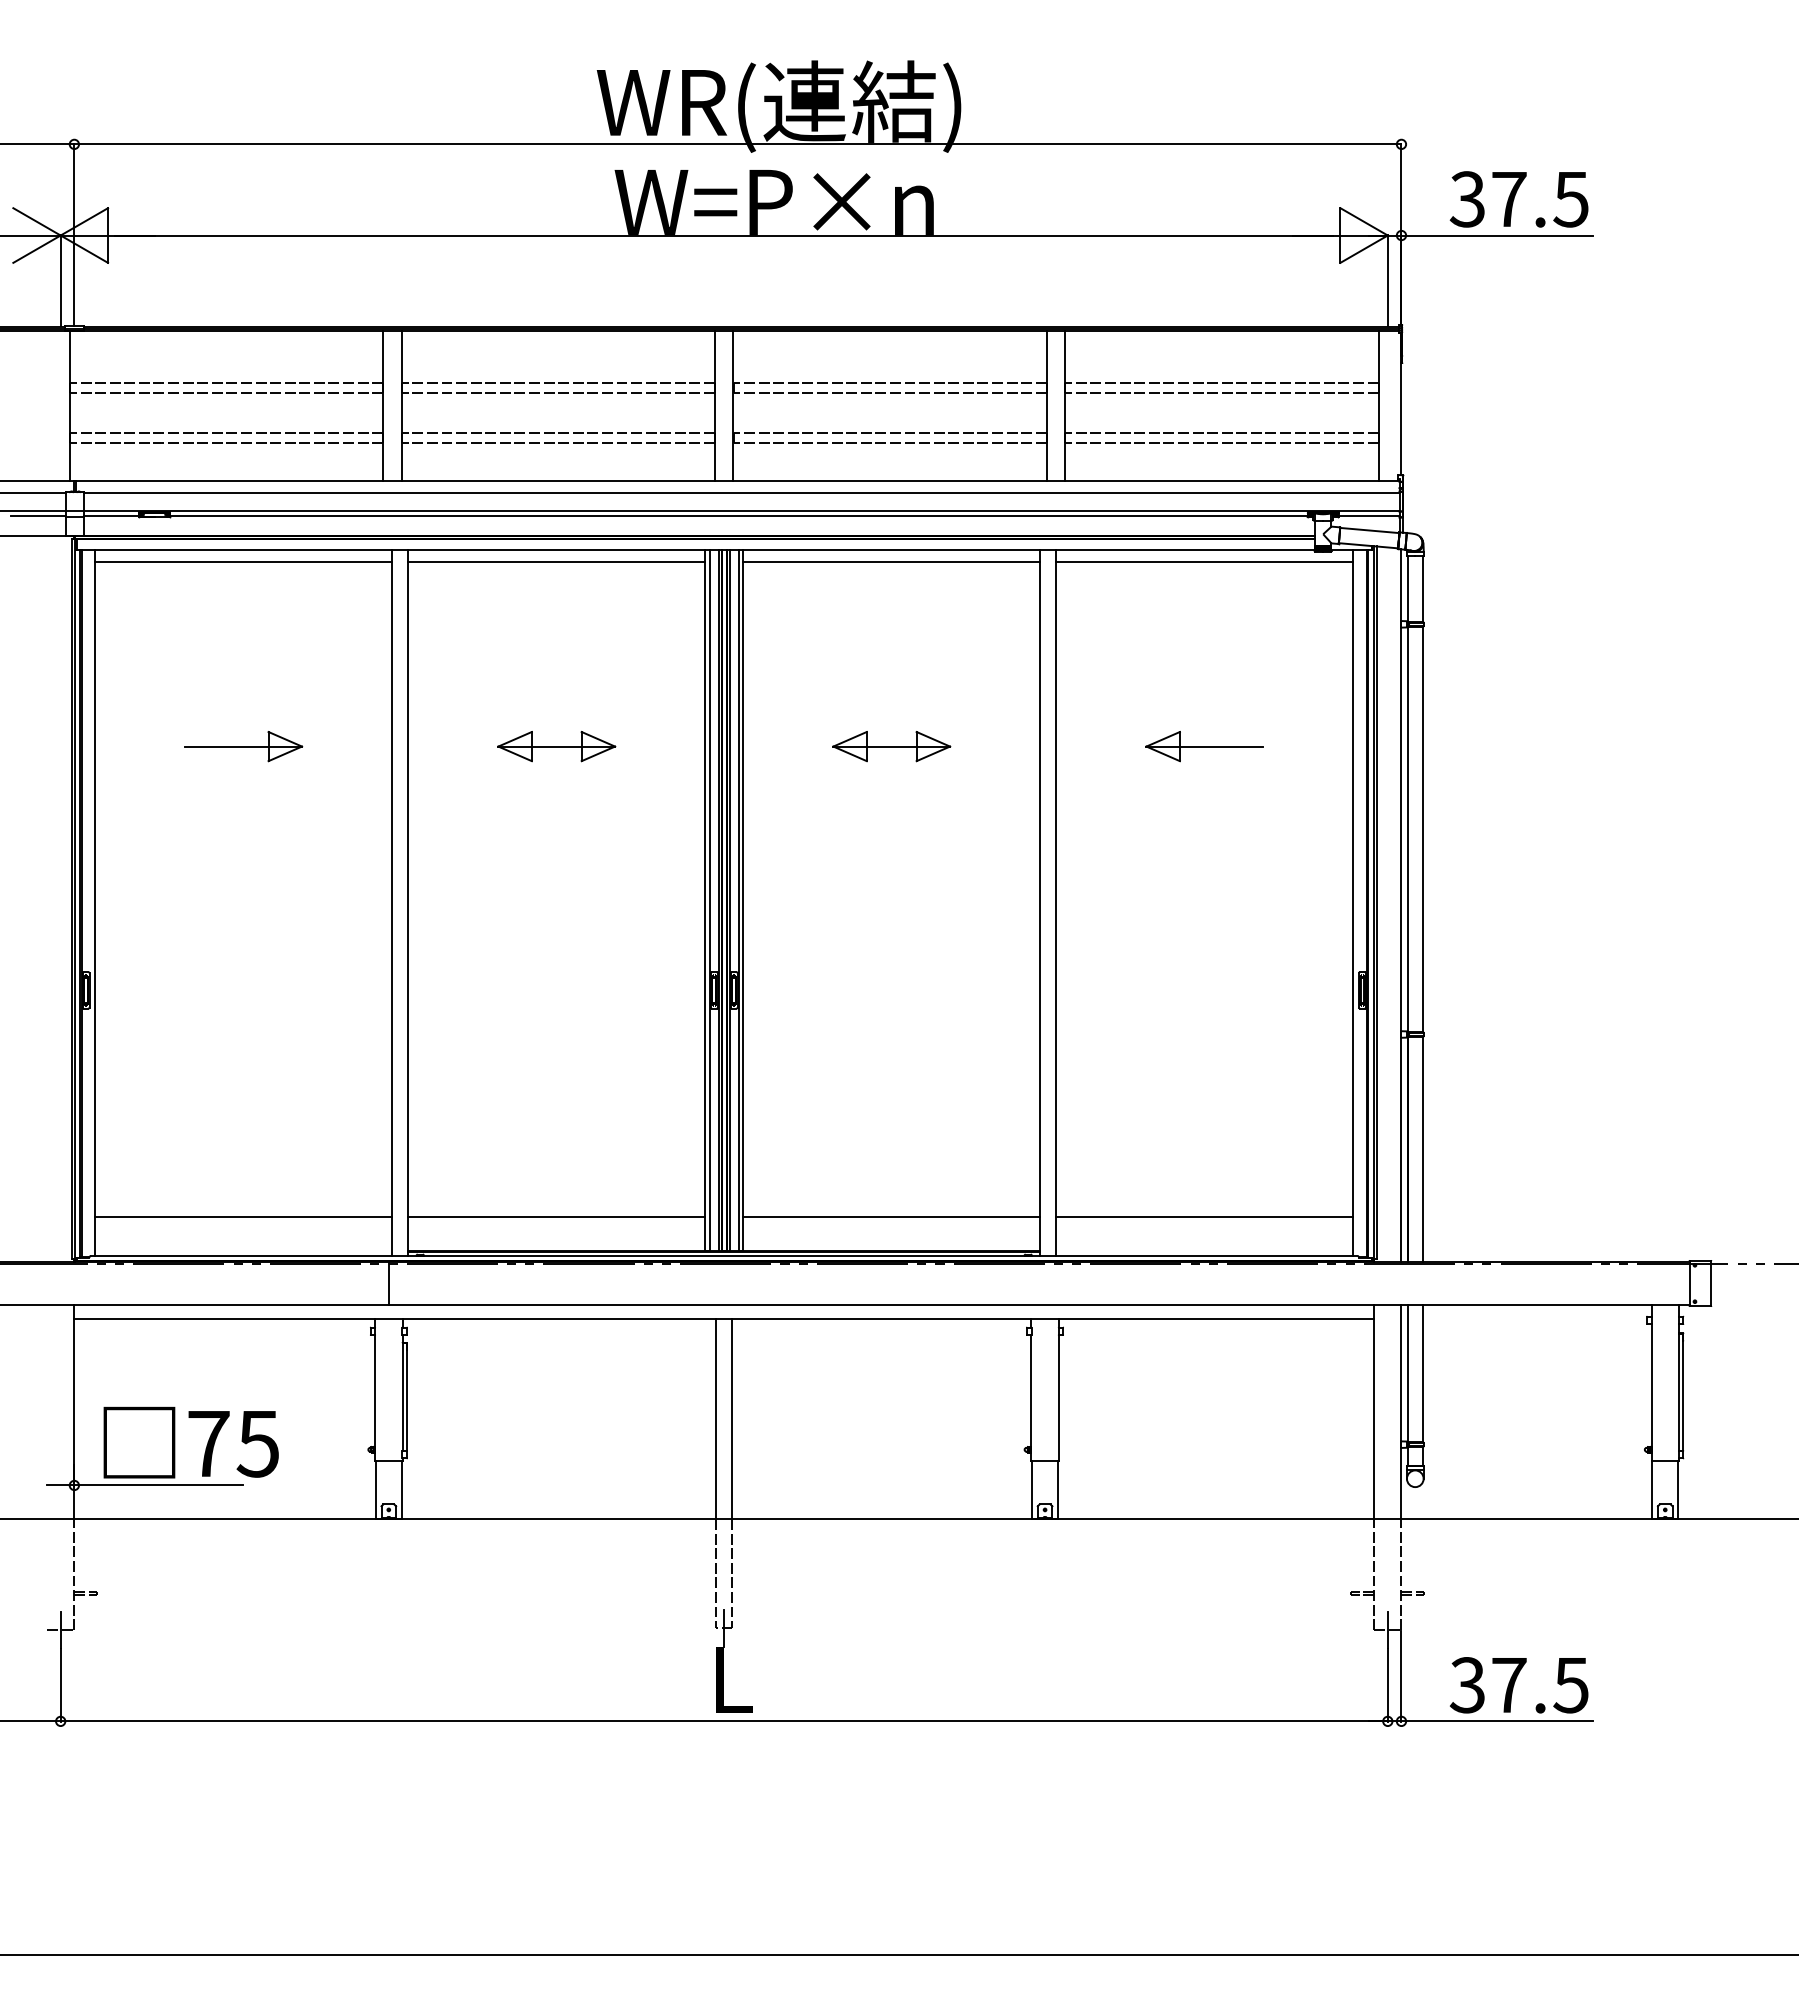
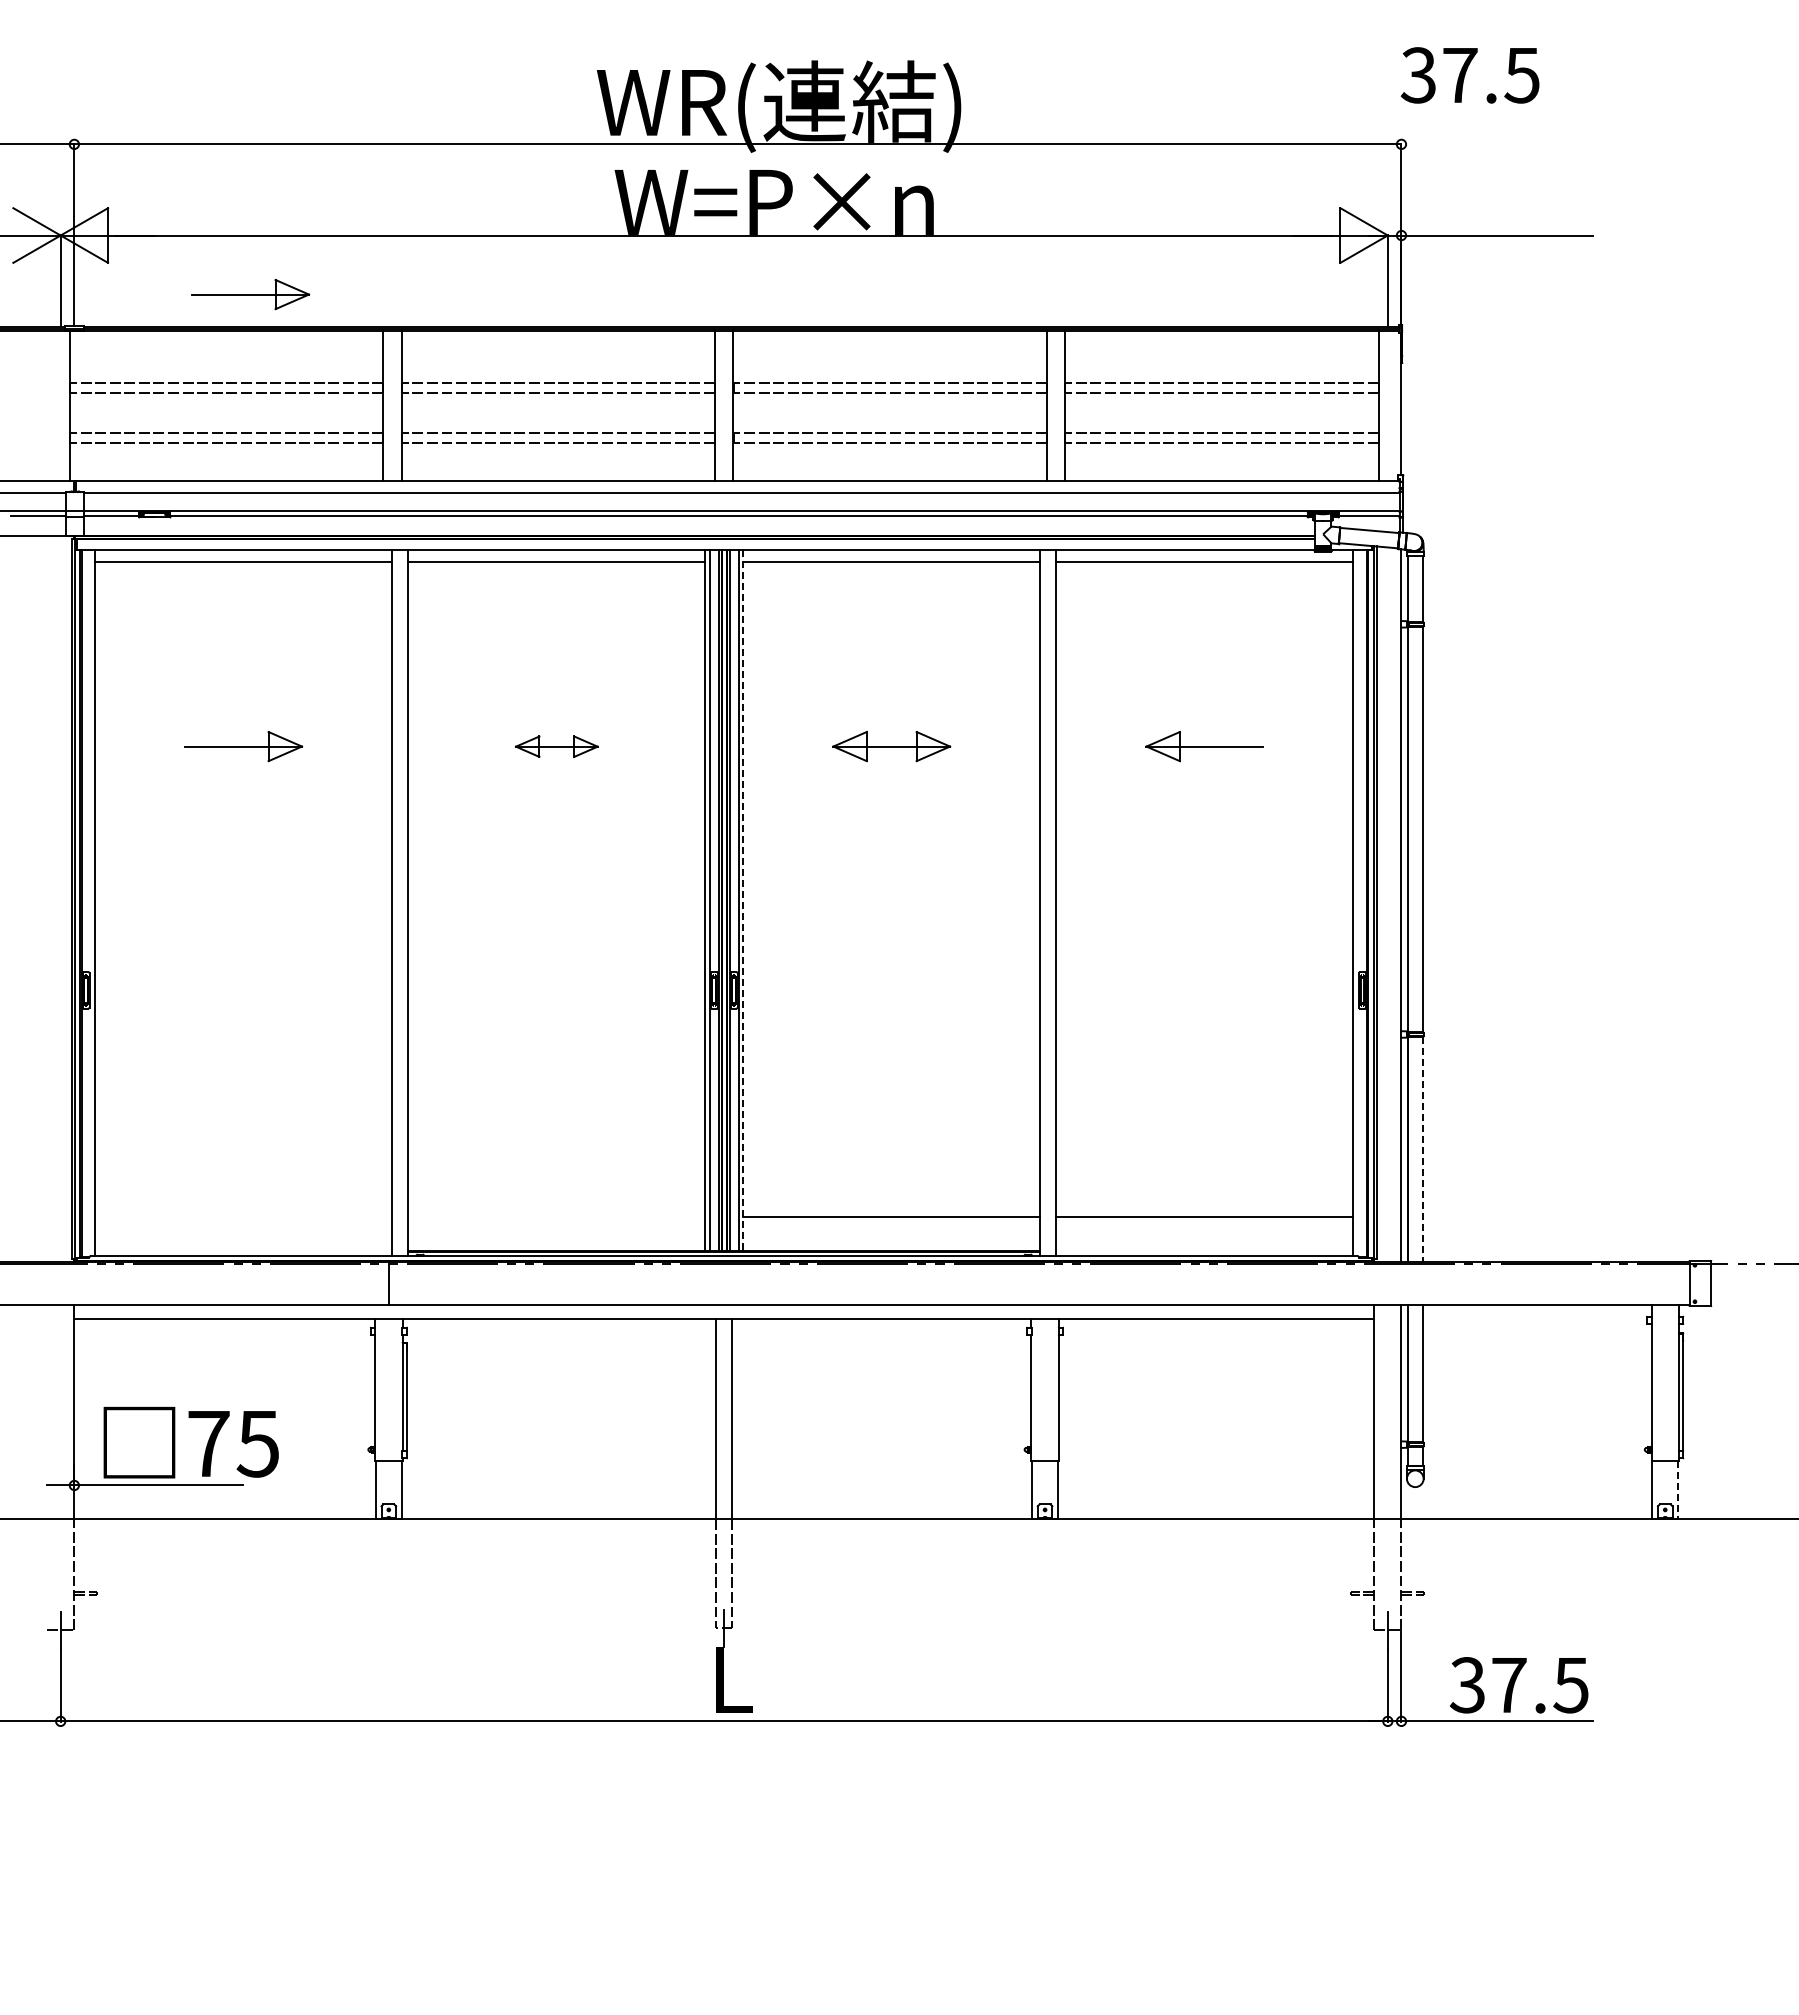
text at (1518, 199) position: (1518, 199) -> (1469, 75)
part at (250, 294): none -> present
part at (556, 746) size: 120x32 px -> 85x23 px
line at (743, 901): solid -> dashed
line at (1422, 1149): solid -> dashed
line at (243, 1217): present -> none
line at (556, 1217): present -> none
line at (1678, 1490): solid -> dashed
line at (898, 1954): present -> none
